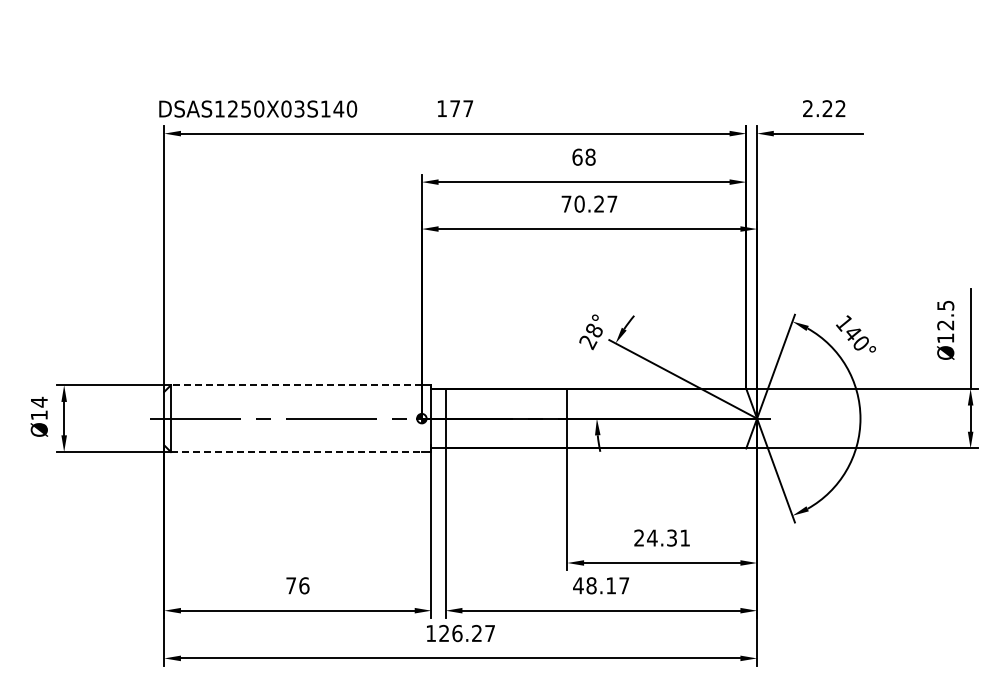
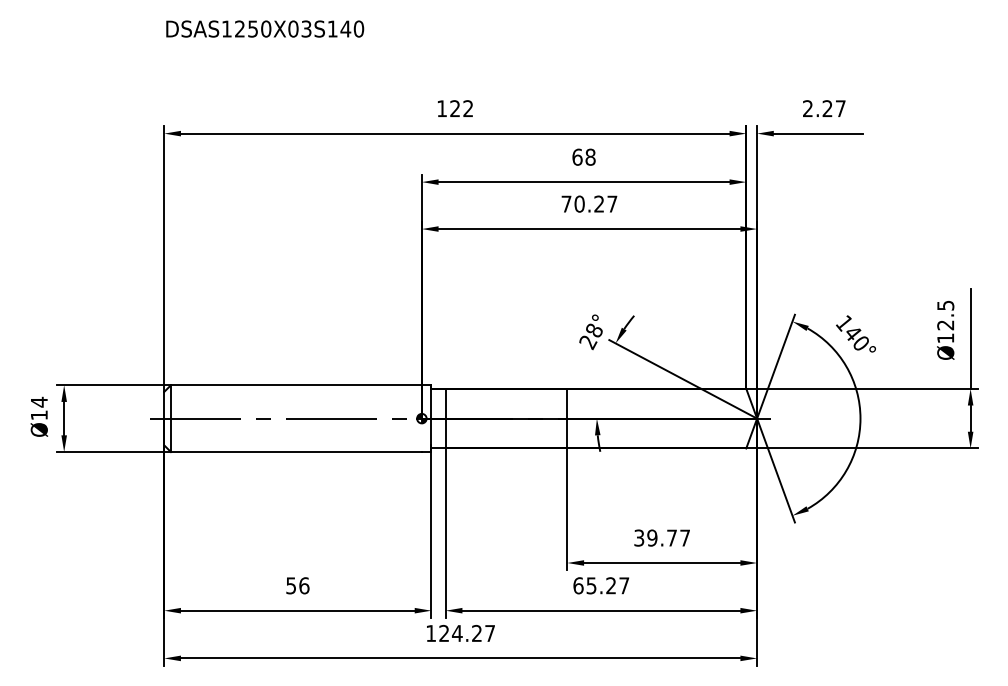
text at (258, 108) position: (258, 108) -> (265, 28)
text at (461, 108): 177 -> 122
text at (840, 108): 2.22 -> 2.27
line at (295, 385): dashed -> solid
line at (296, 452): dashed -> solid
text at (661, 537): 24.31 -> 39.77
text at (290, 585): 76 -> 56
text at (594, 585): 48.17 -> 65.27
text at (456, 633): 126.27 -> 124.27
